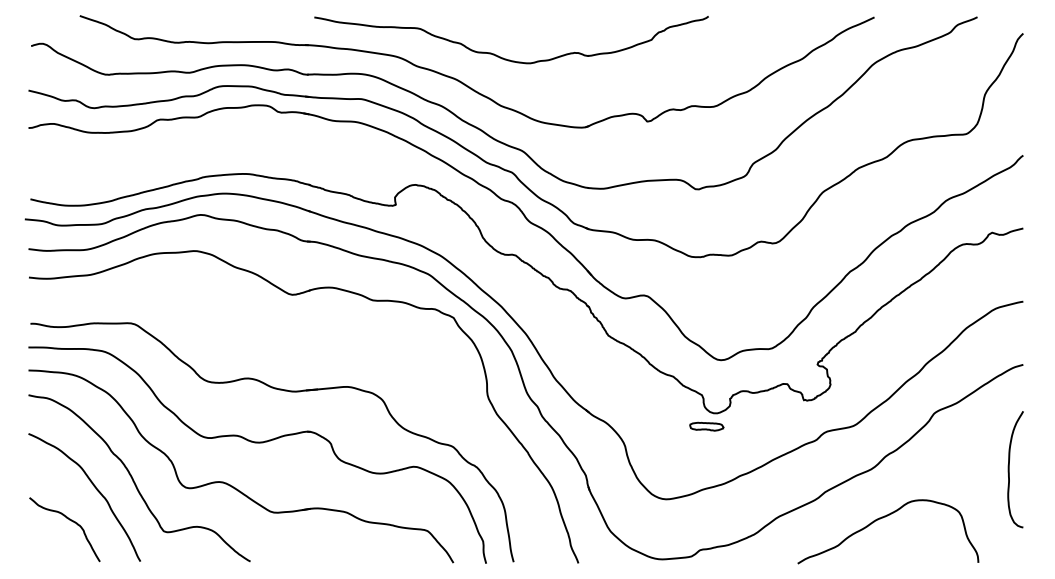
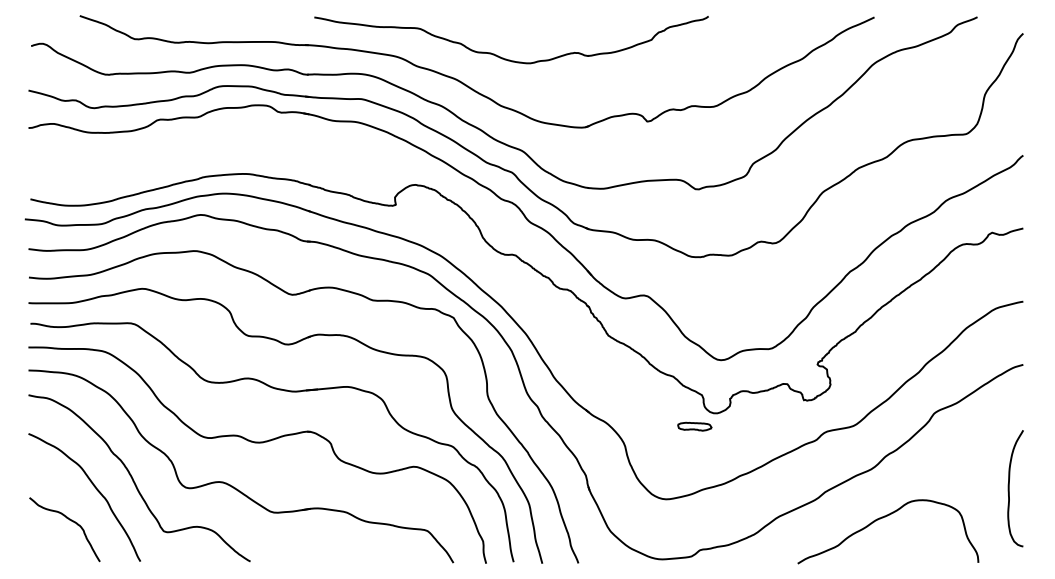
part at (285, 345): none -> present
part at (706, 426) position: (706, 426) -> (694, 426)
curve at (1009, 469) position: (1009, 469) -> (1009, 488)
